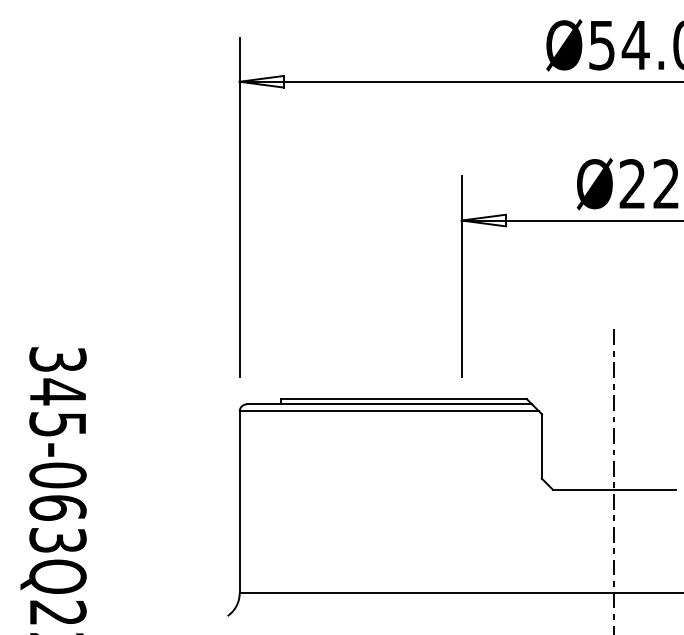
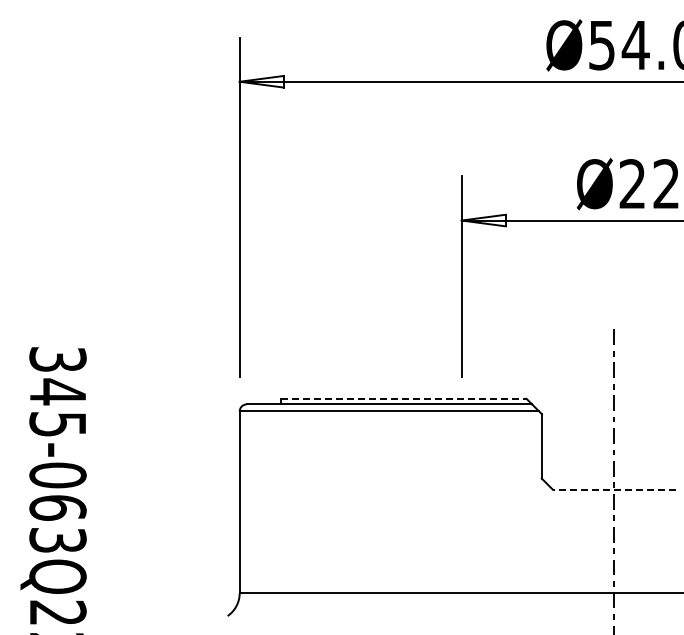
line at (403, 398): solid -> dashed
line at (613, 489): solid -> dashed
